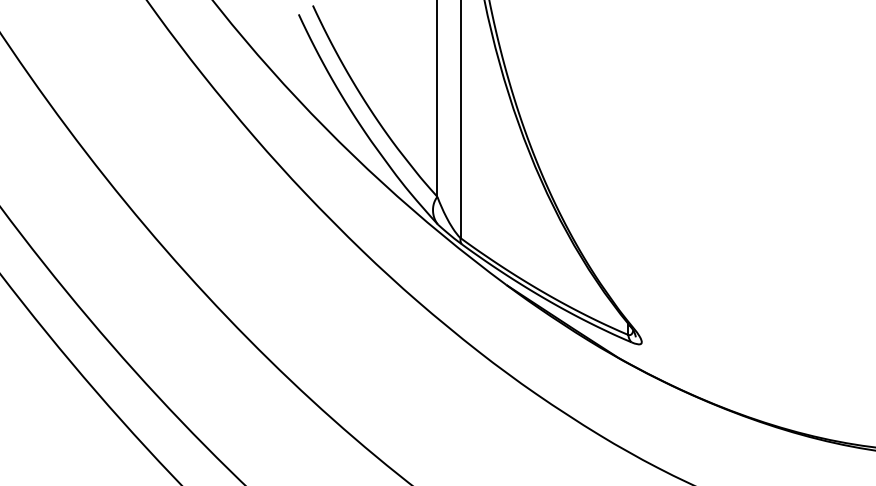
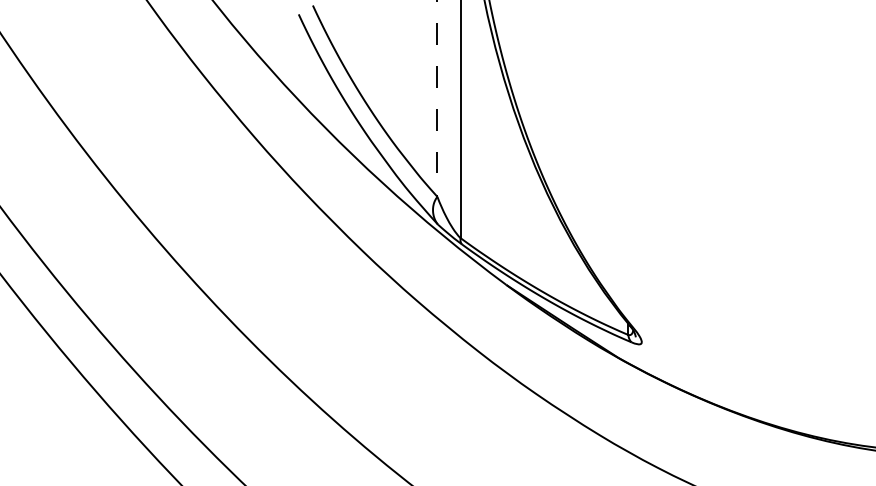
line at (437, 98): solid -> dashed
